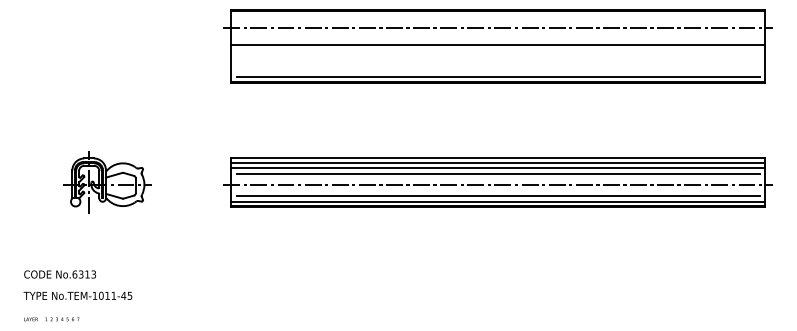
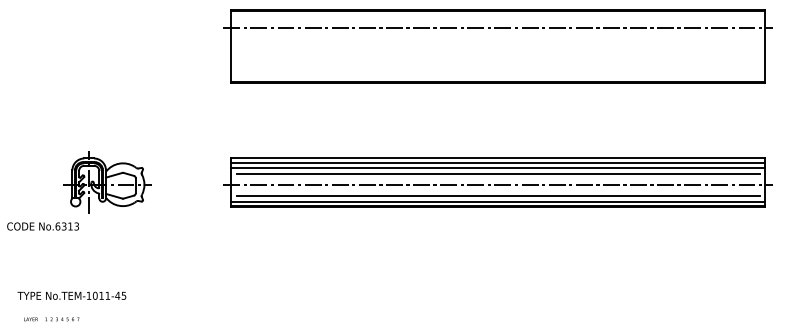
line at (498, 44): present -> none
line at (497, 76): present -> none
text at (59, 274) position: (59, 274) -> (42, 226)
text at (77, 295) position: (77, 295) -> (71, 295)
